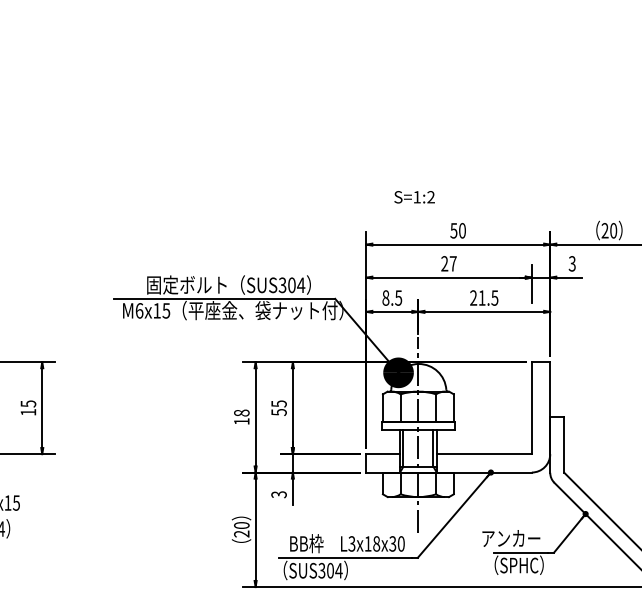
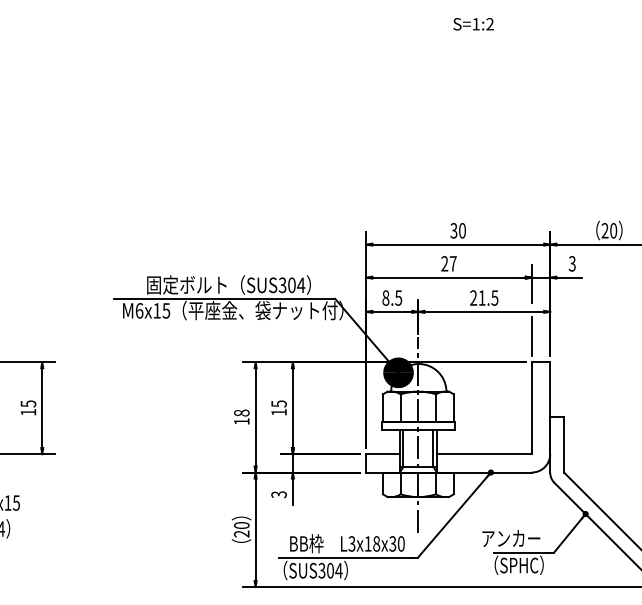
text at (414, 197) position: (414, 197) -> (473, 24)
text at (453, 230): 50 -> 30
line at (531, 336): none -> present
text at (278, 412): 55 -> 15
